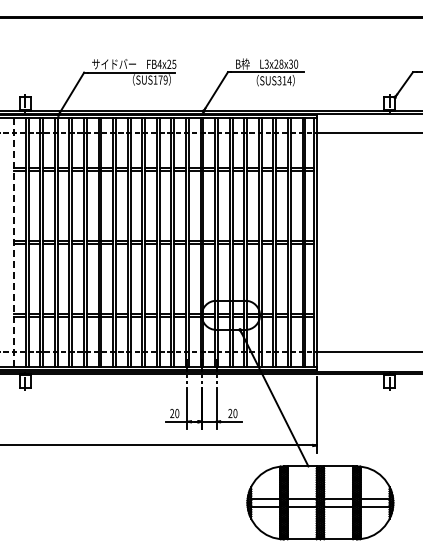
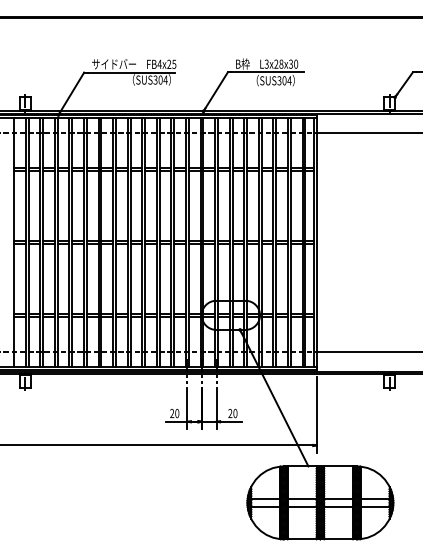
text at (160, 79): SUS179 -> SUS304
text at (284, 80): SUS314 -> SUS304
line at (14, 242): dashed -> solid
